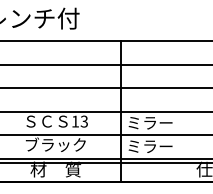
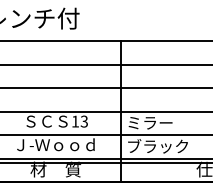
text at (55, 144): ブラック -> Ｊ-Ｗｏｏｄ
text at (157, 146): ミラー -> ブラック
